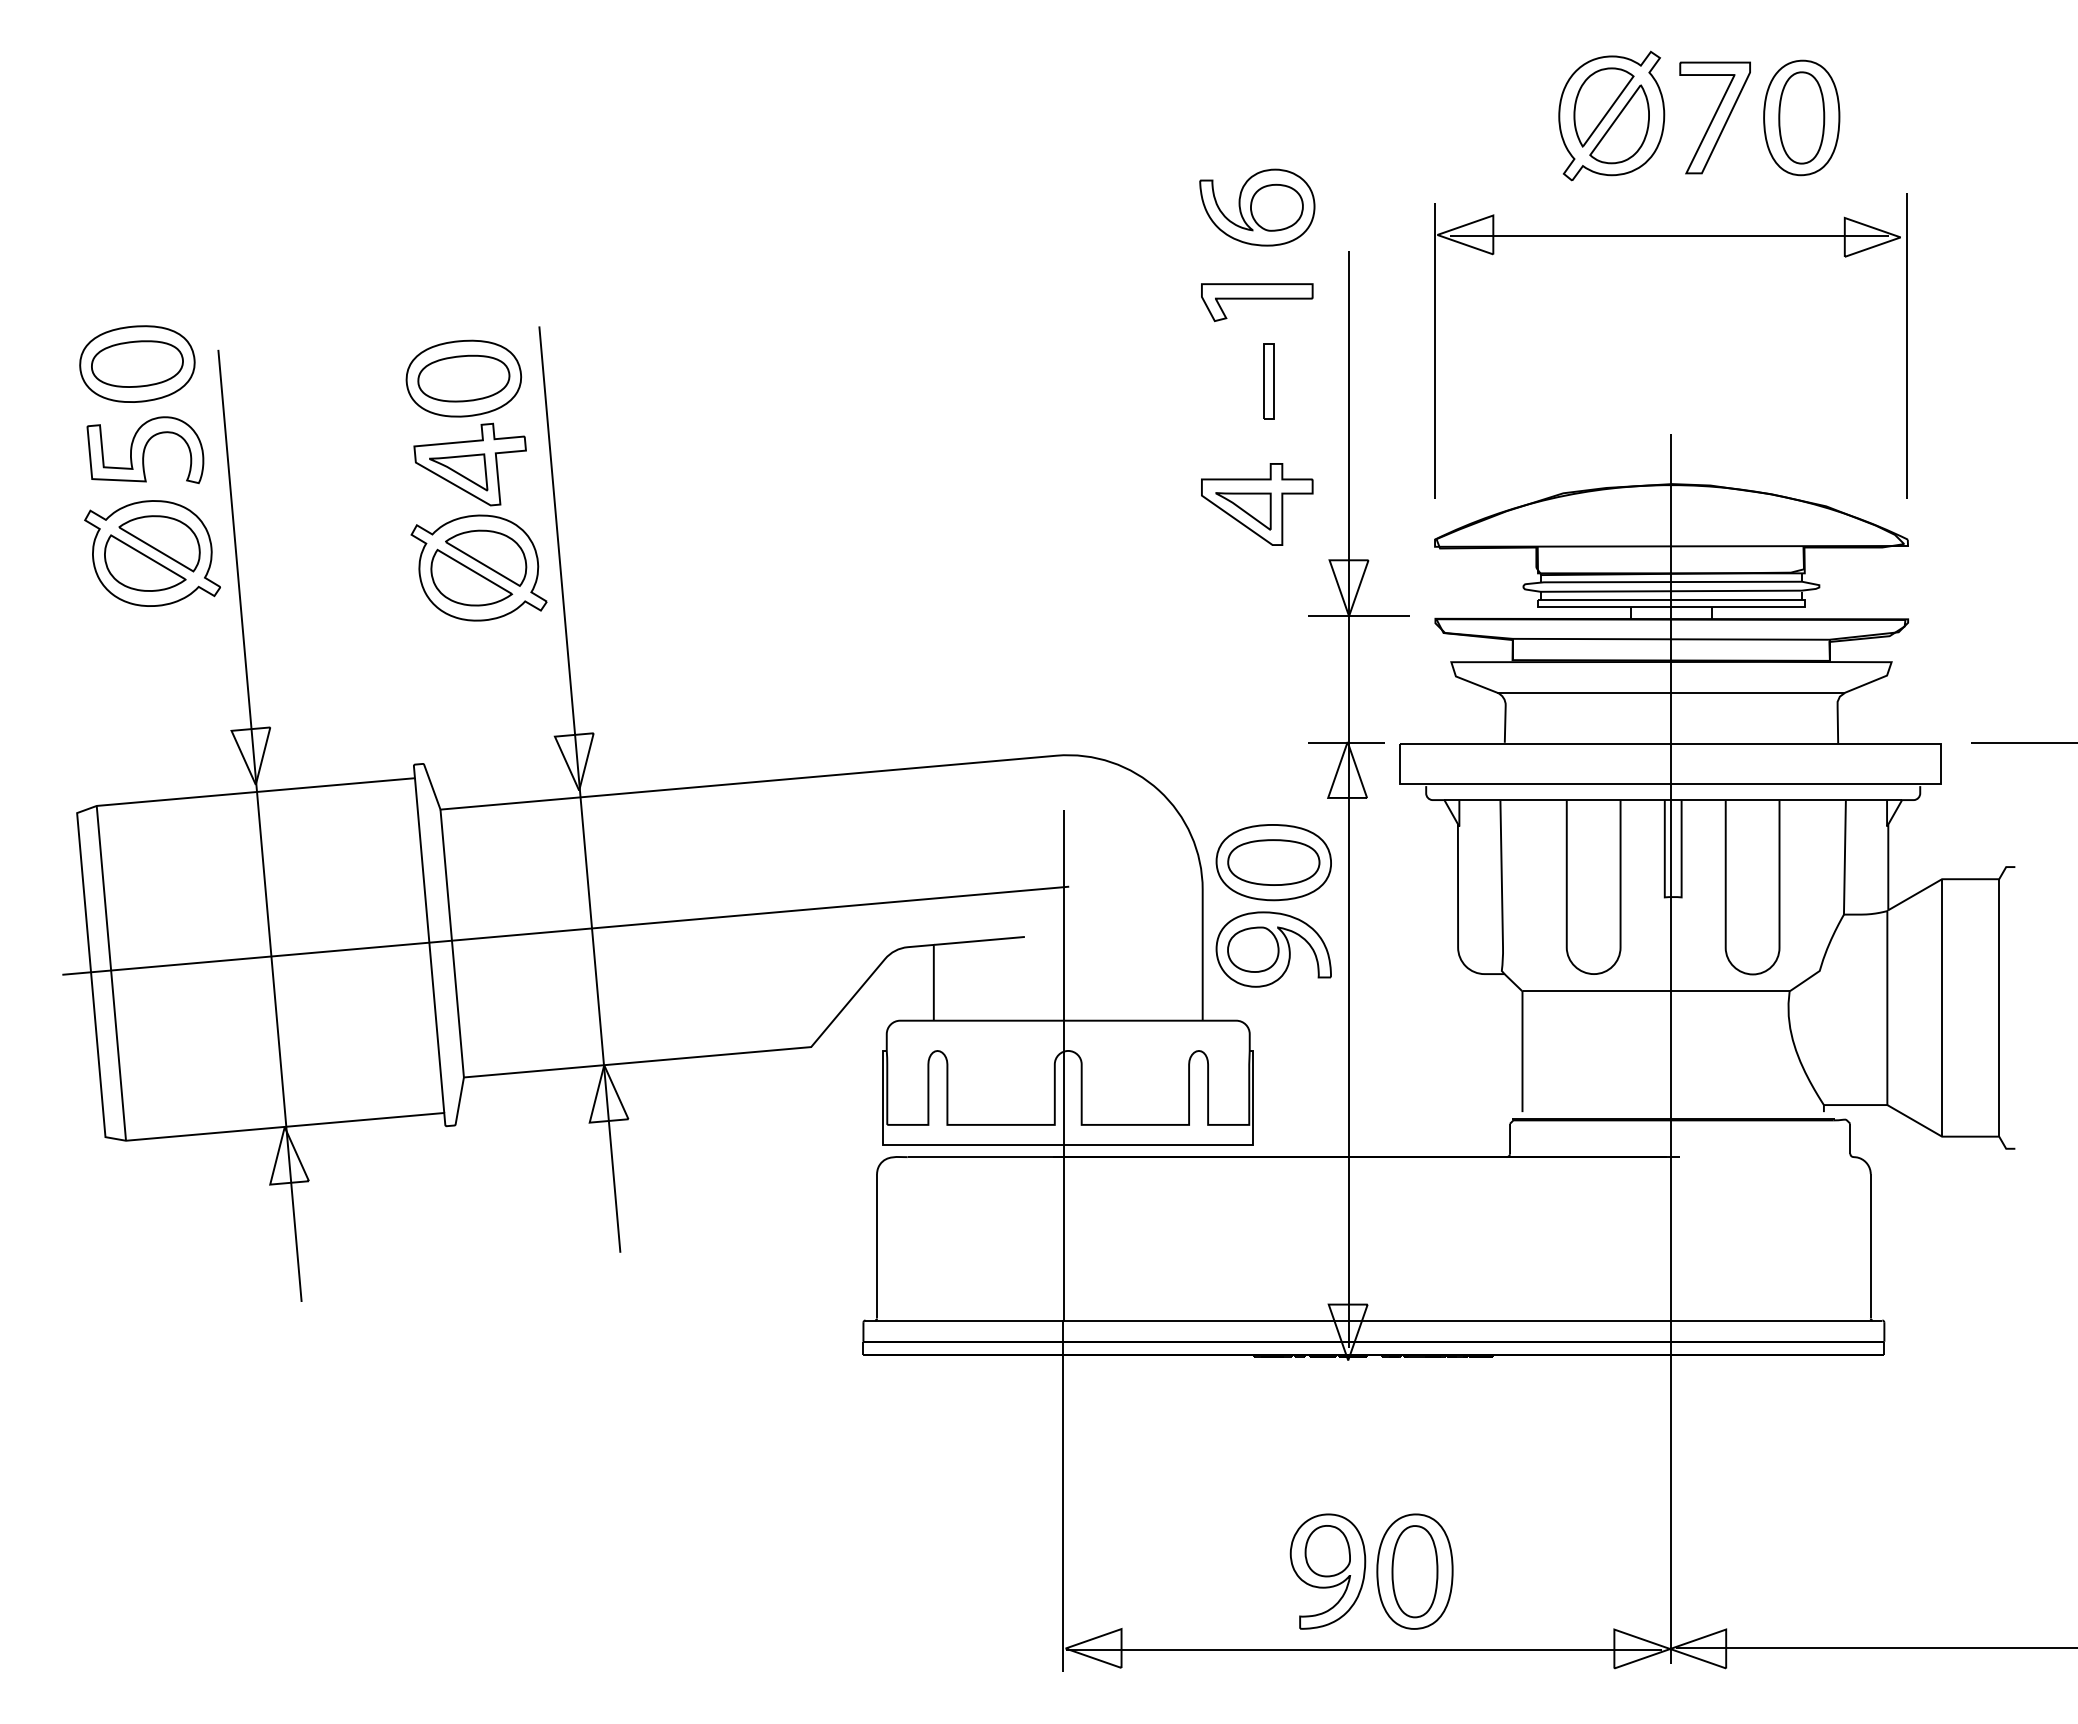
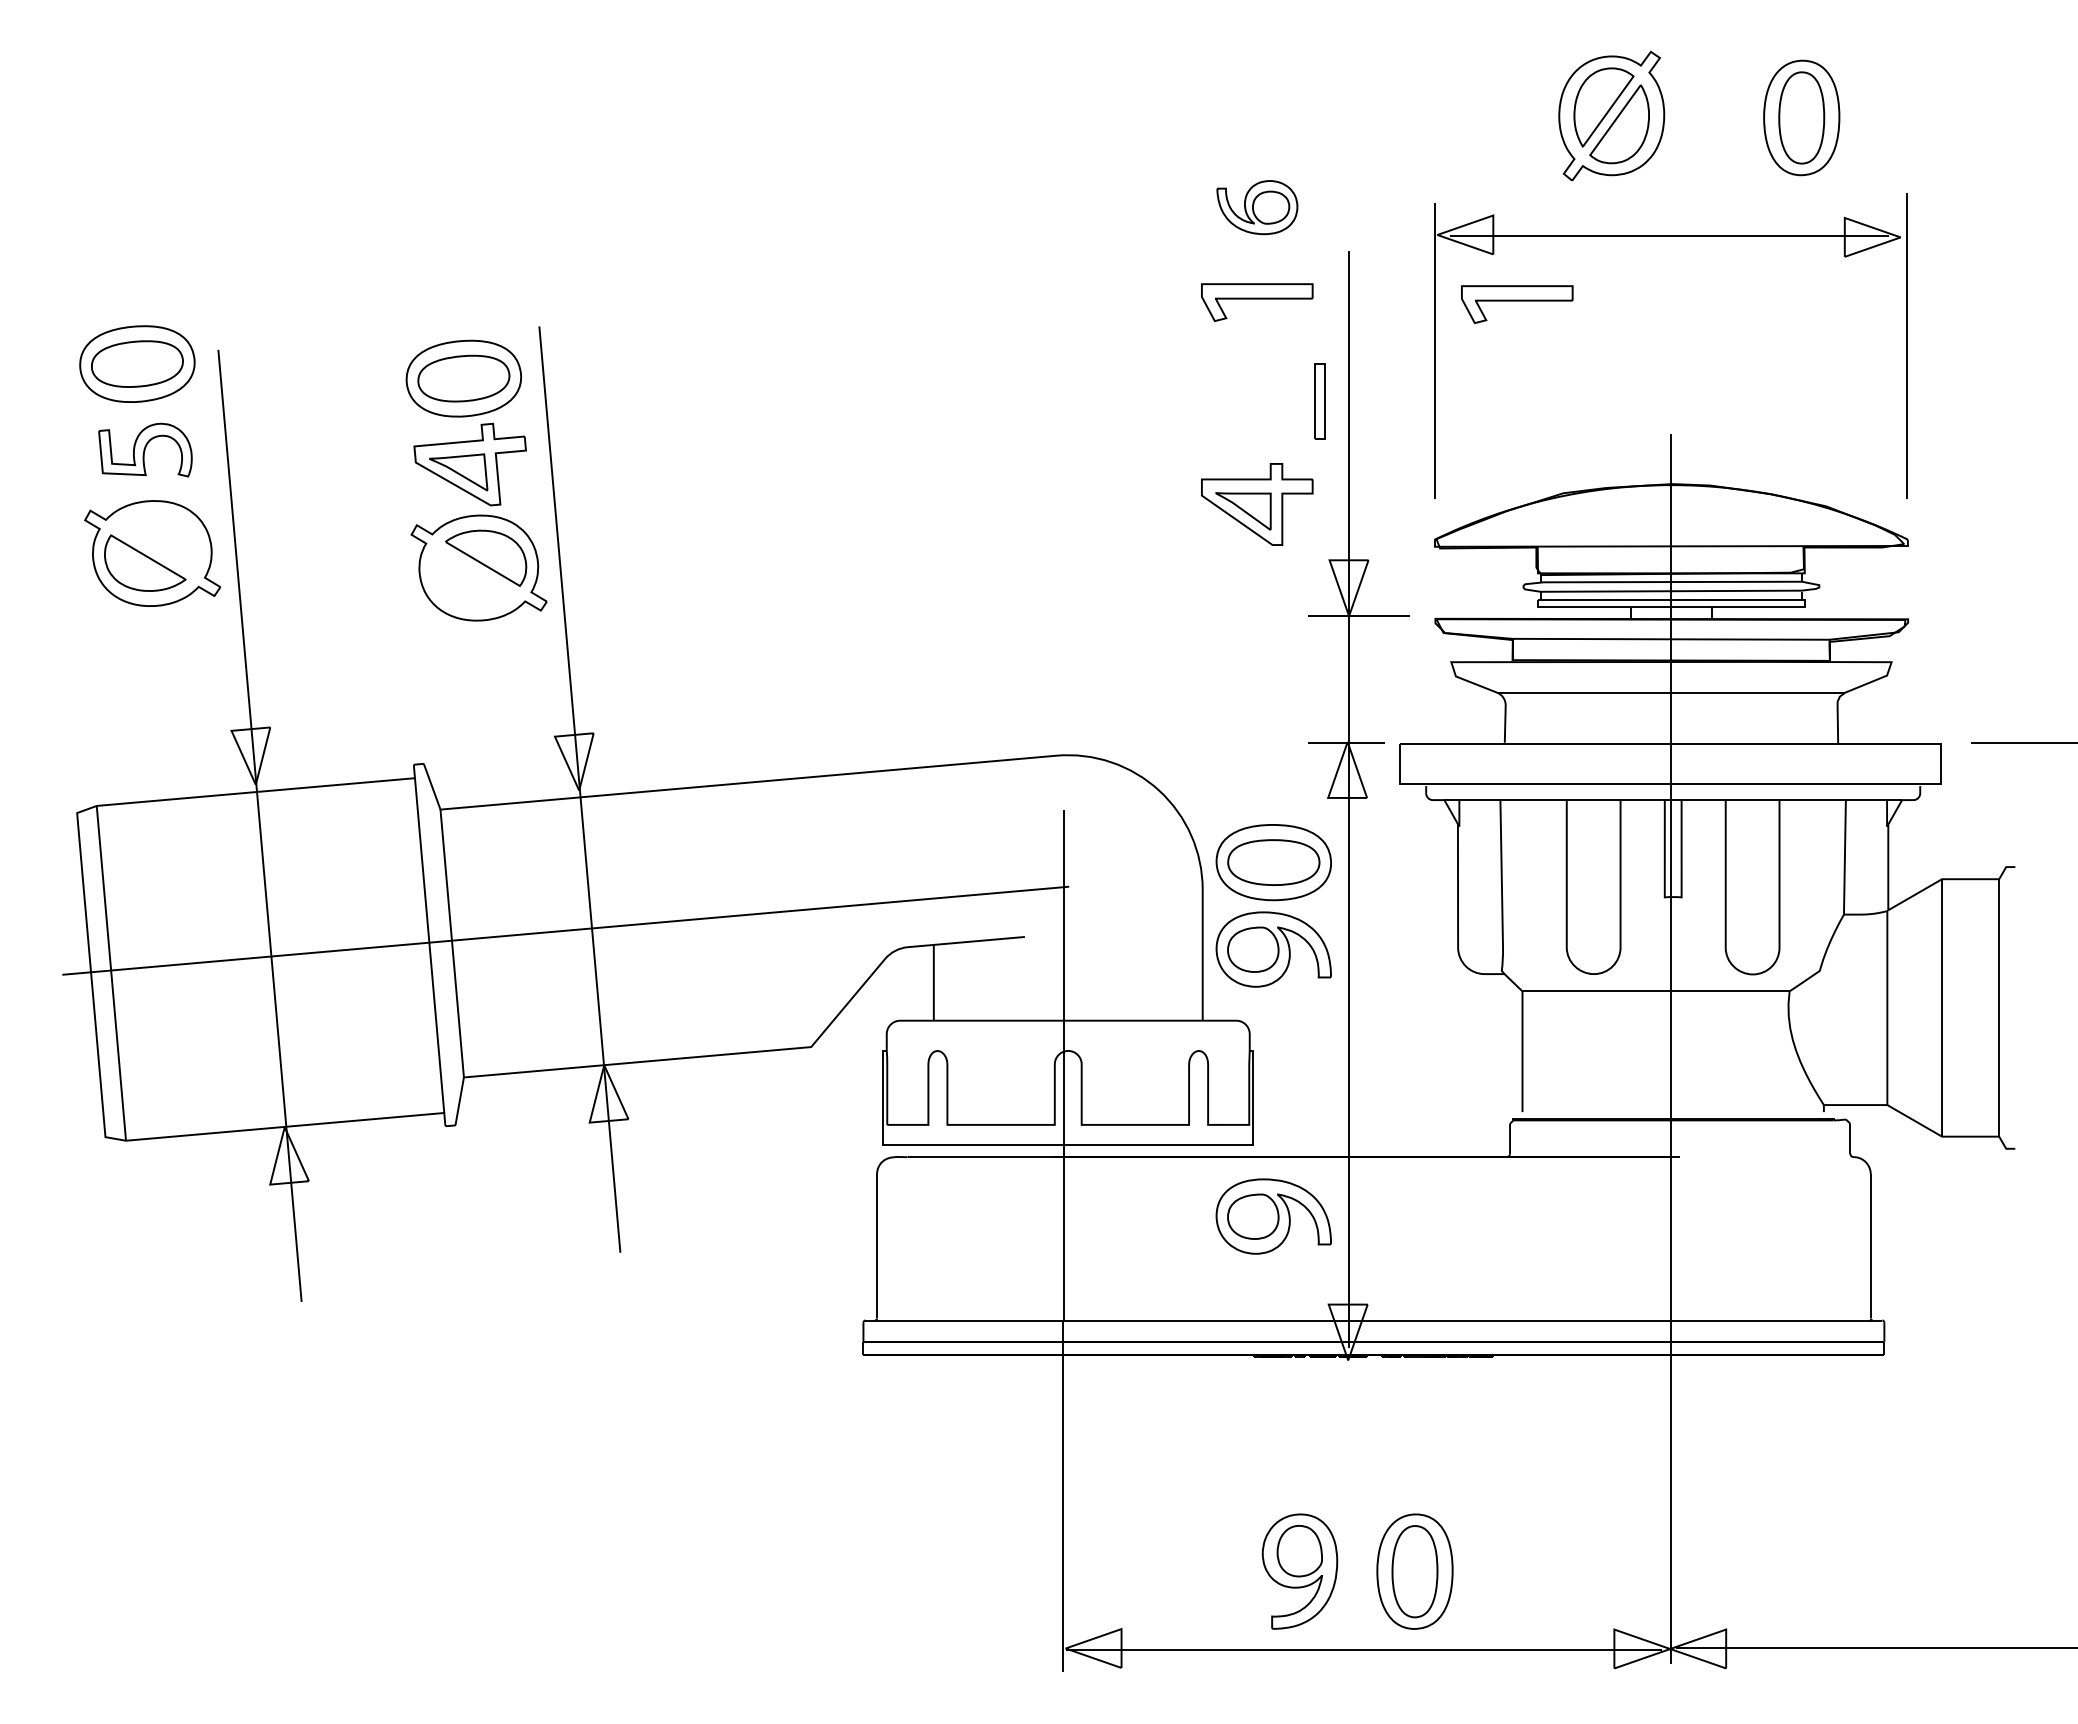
part at (1714, 117): present -> none
part at (1257, 207) size: 117x79 px -> 83x56 px
part at (1517, 304): none -> present
part at (1268, 381) position: (1268, 381) -> (1319, 401)
part at (145, 449) size: 119x68 px -> 95x56 px
part at (159, 543): present -> none
part at (471, 577): present -> none
part at (1273, 1216): none -> present
part at (1327, 1571) position: (1327, 1571) -> (1299, 1571)
